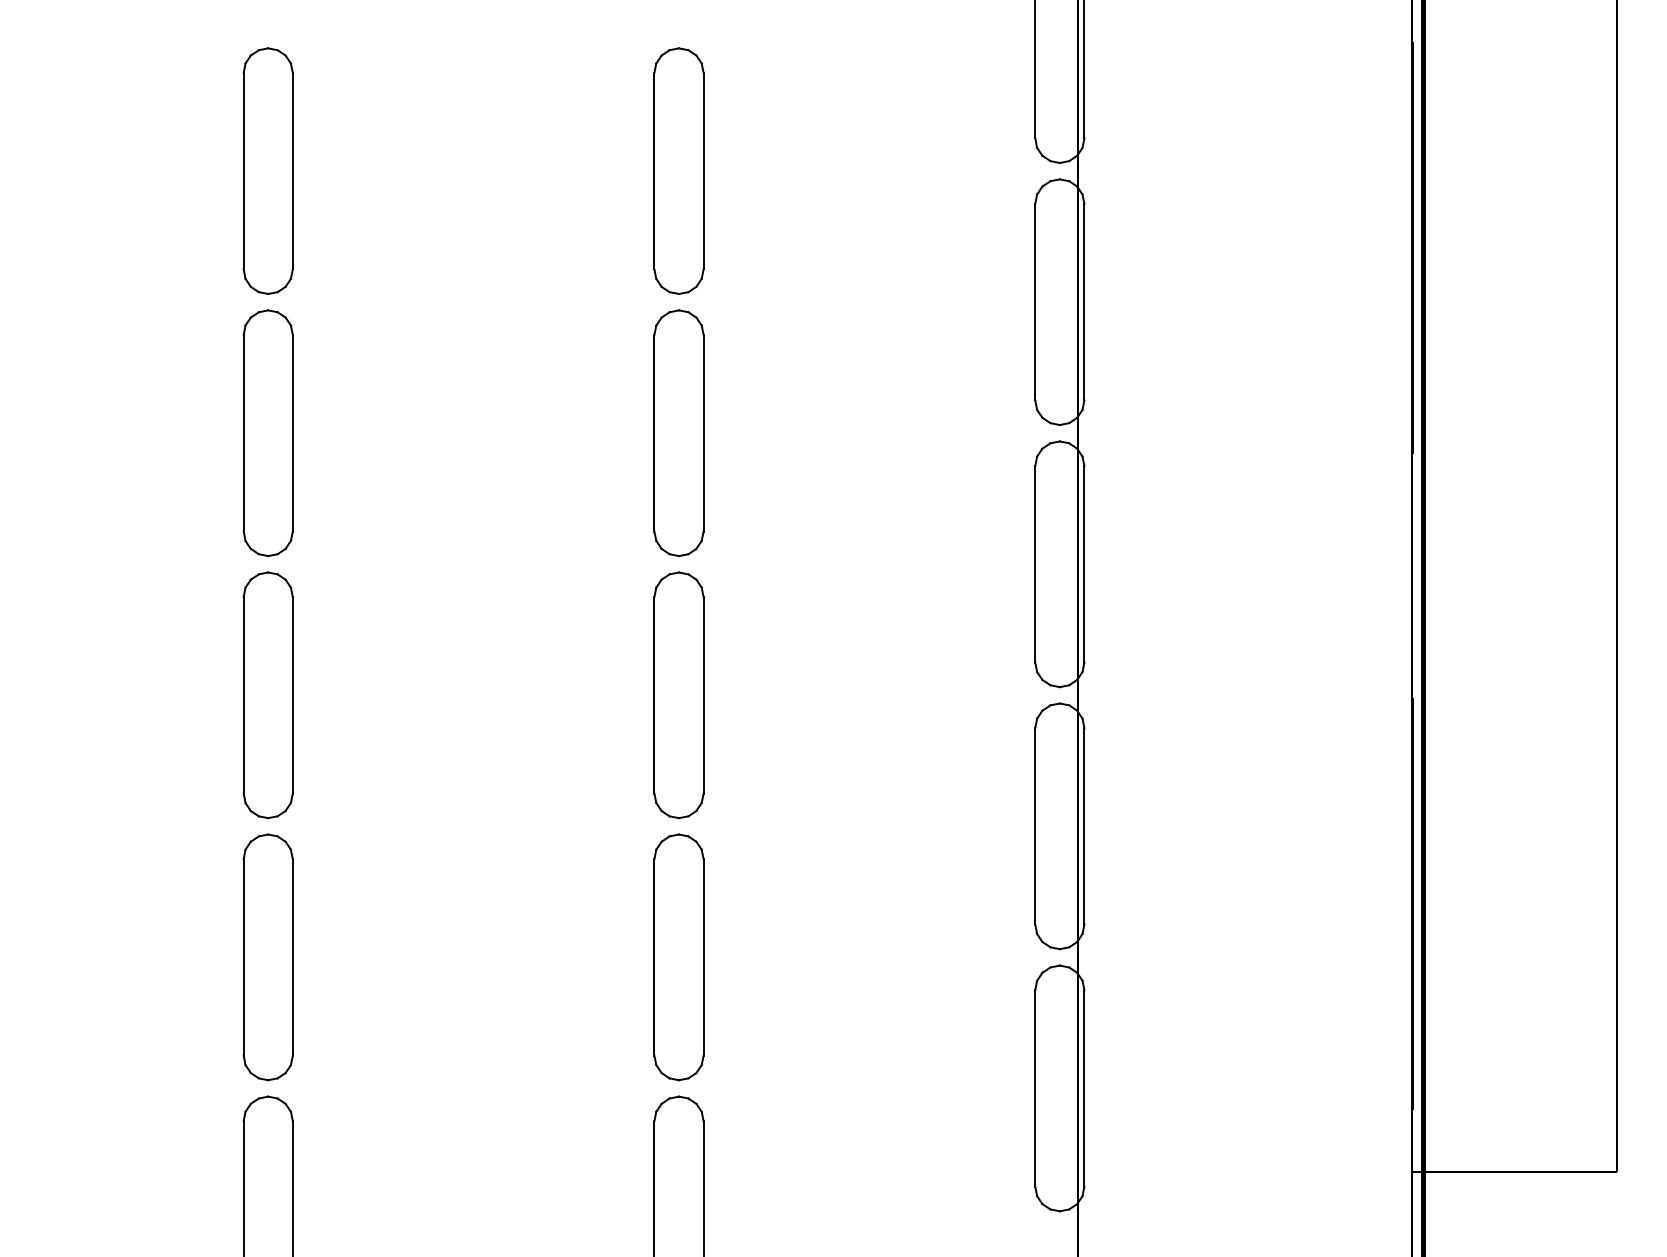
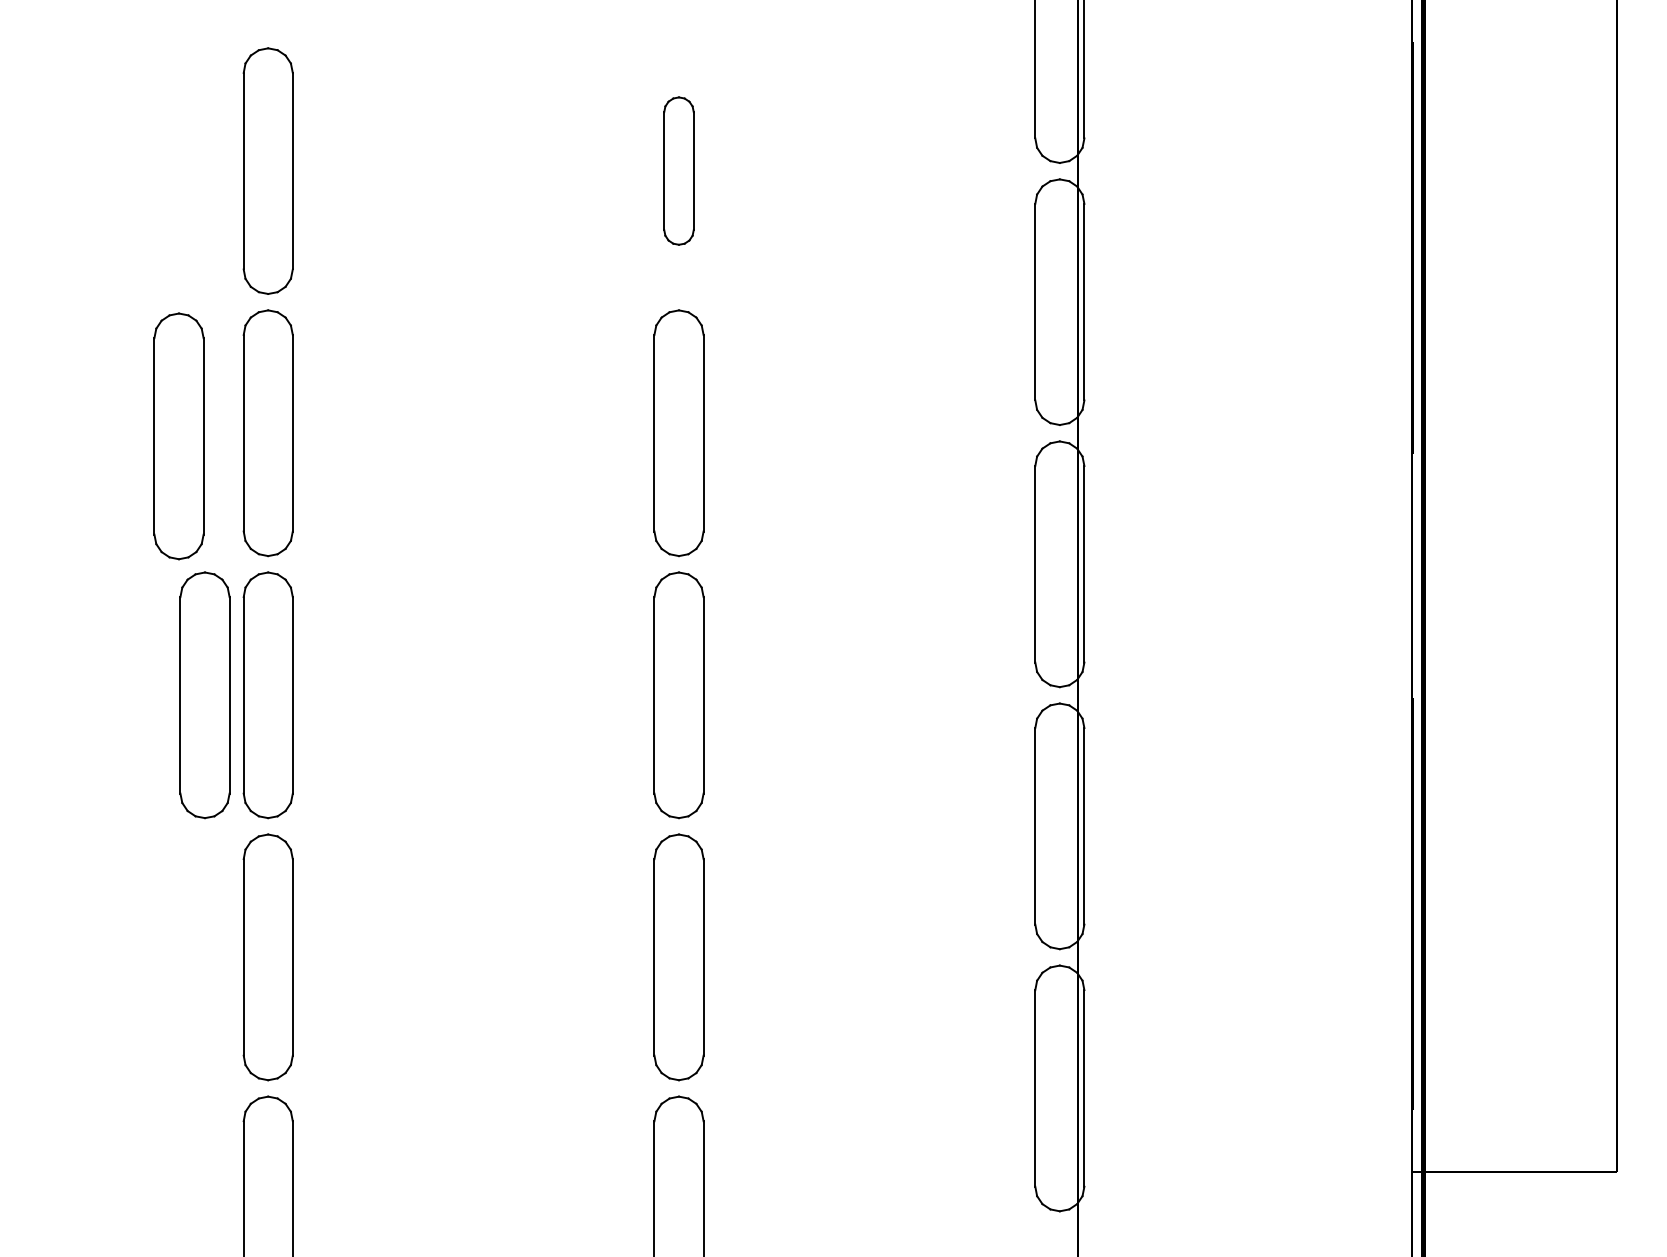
part at (678, 170) size: 52x248 px -> 32x150 px
part at (178, 436): none -> present
part at (204, 695): none -> present
